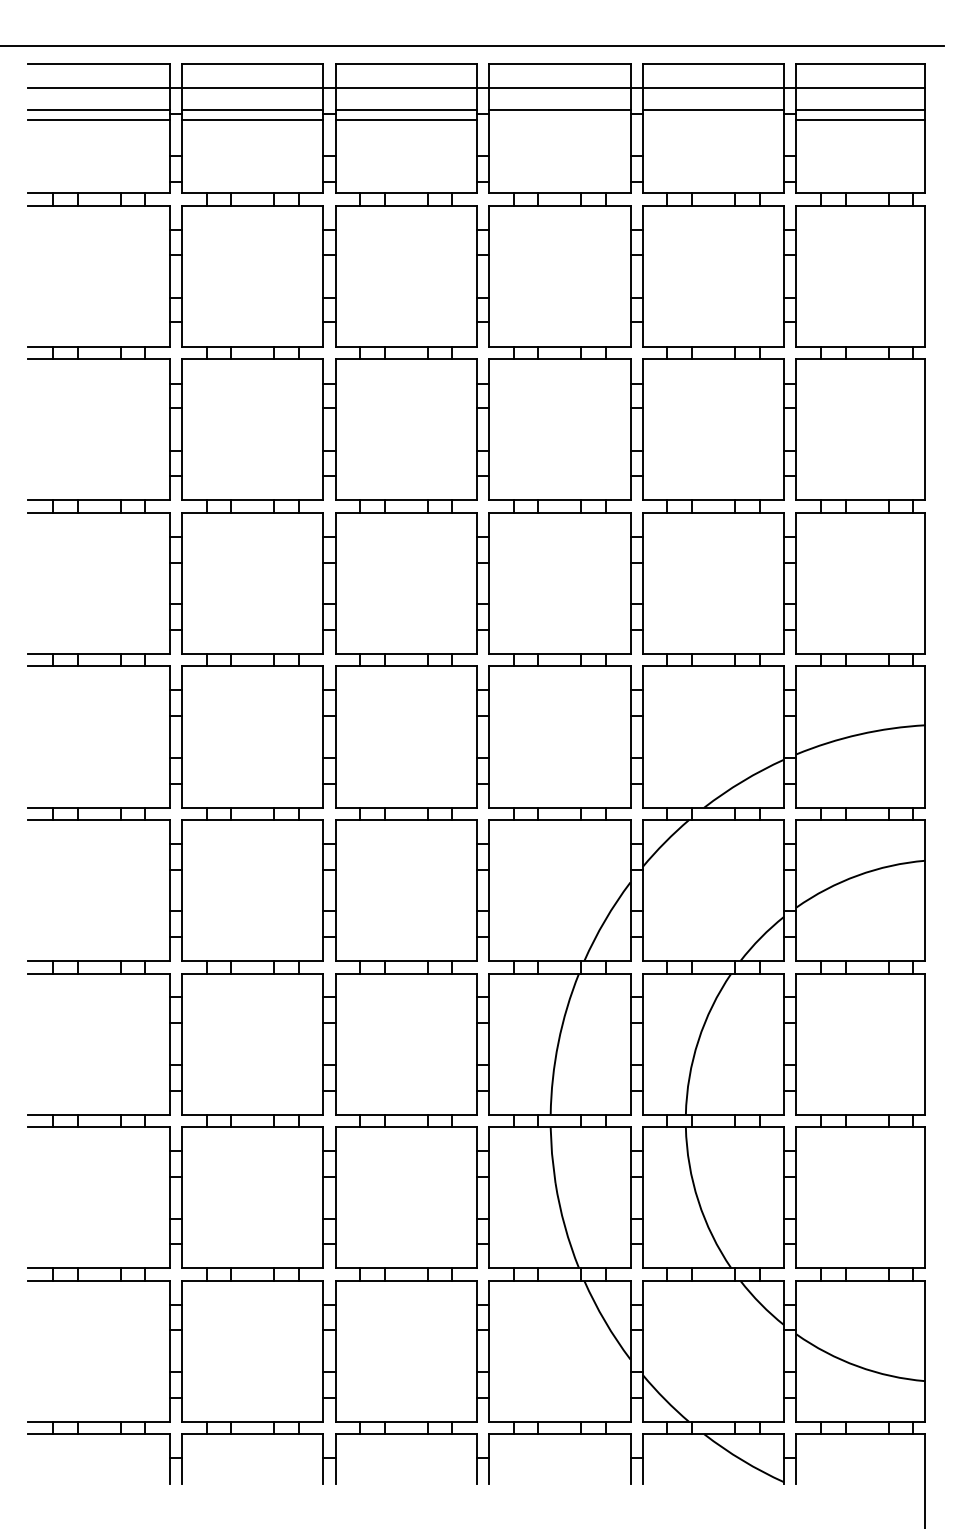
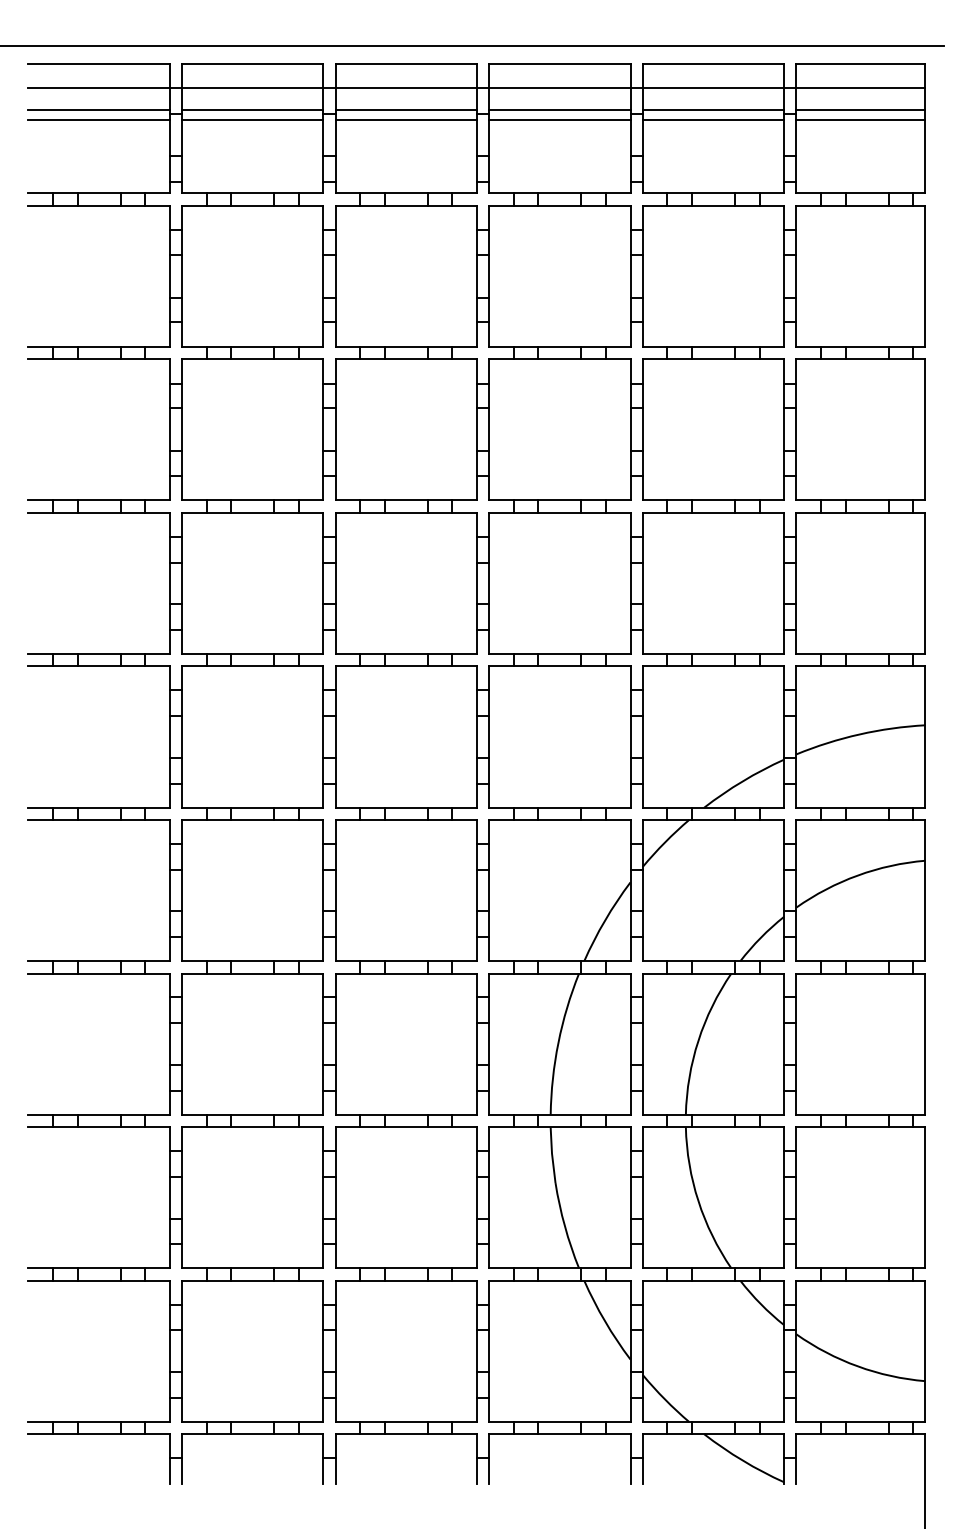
line at (559, 119): none -> present
line at (713, 119): none -> present
